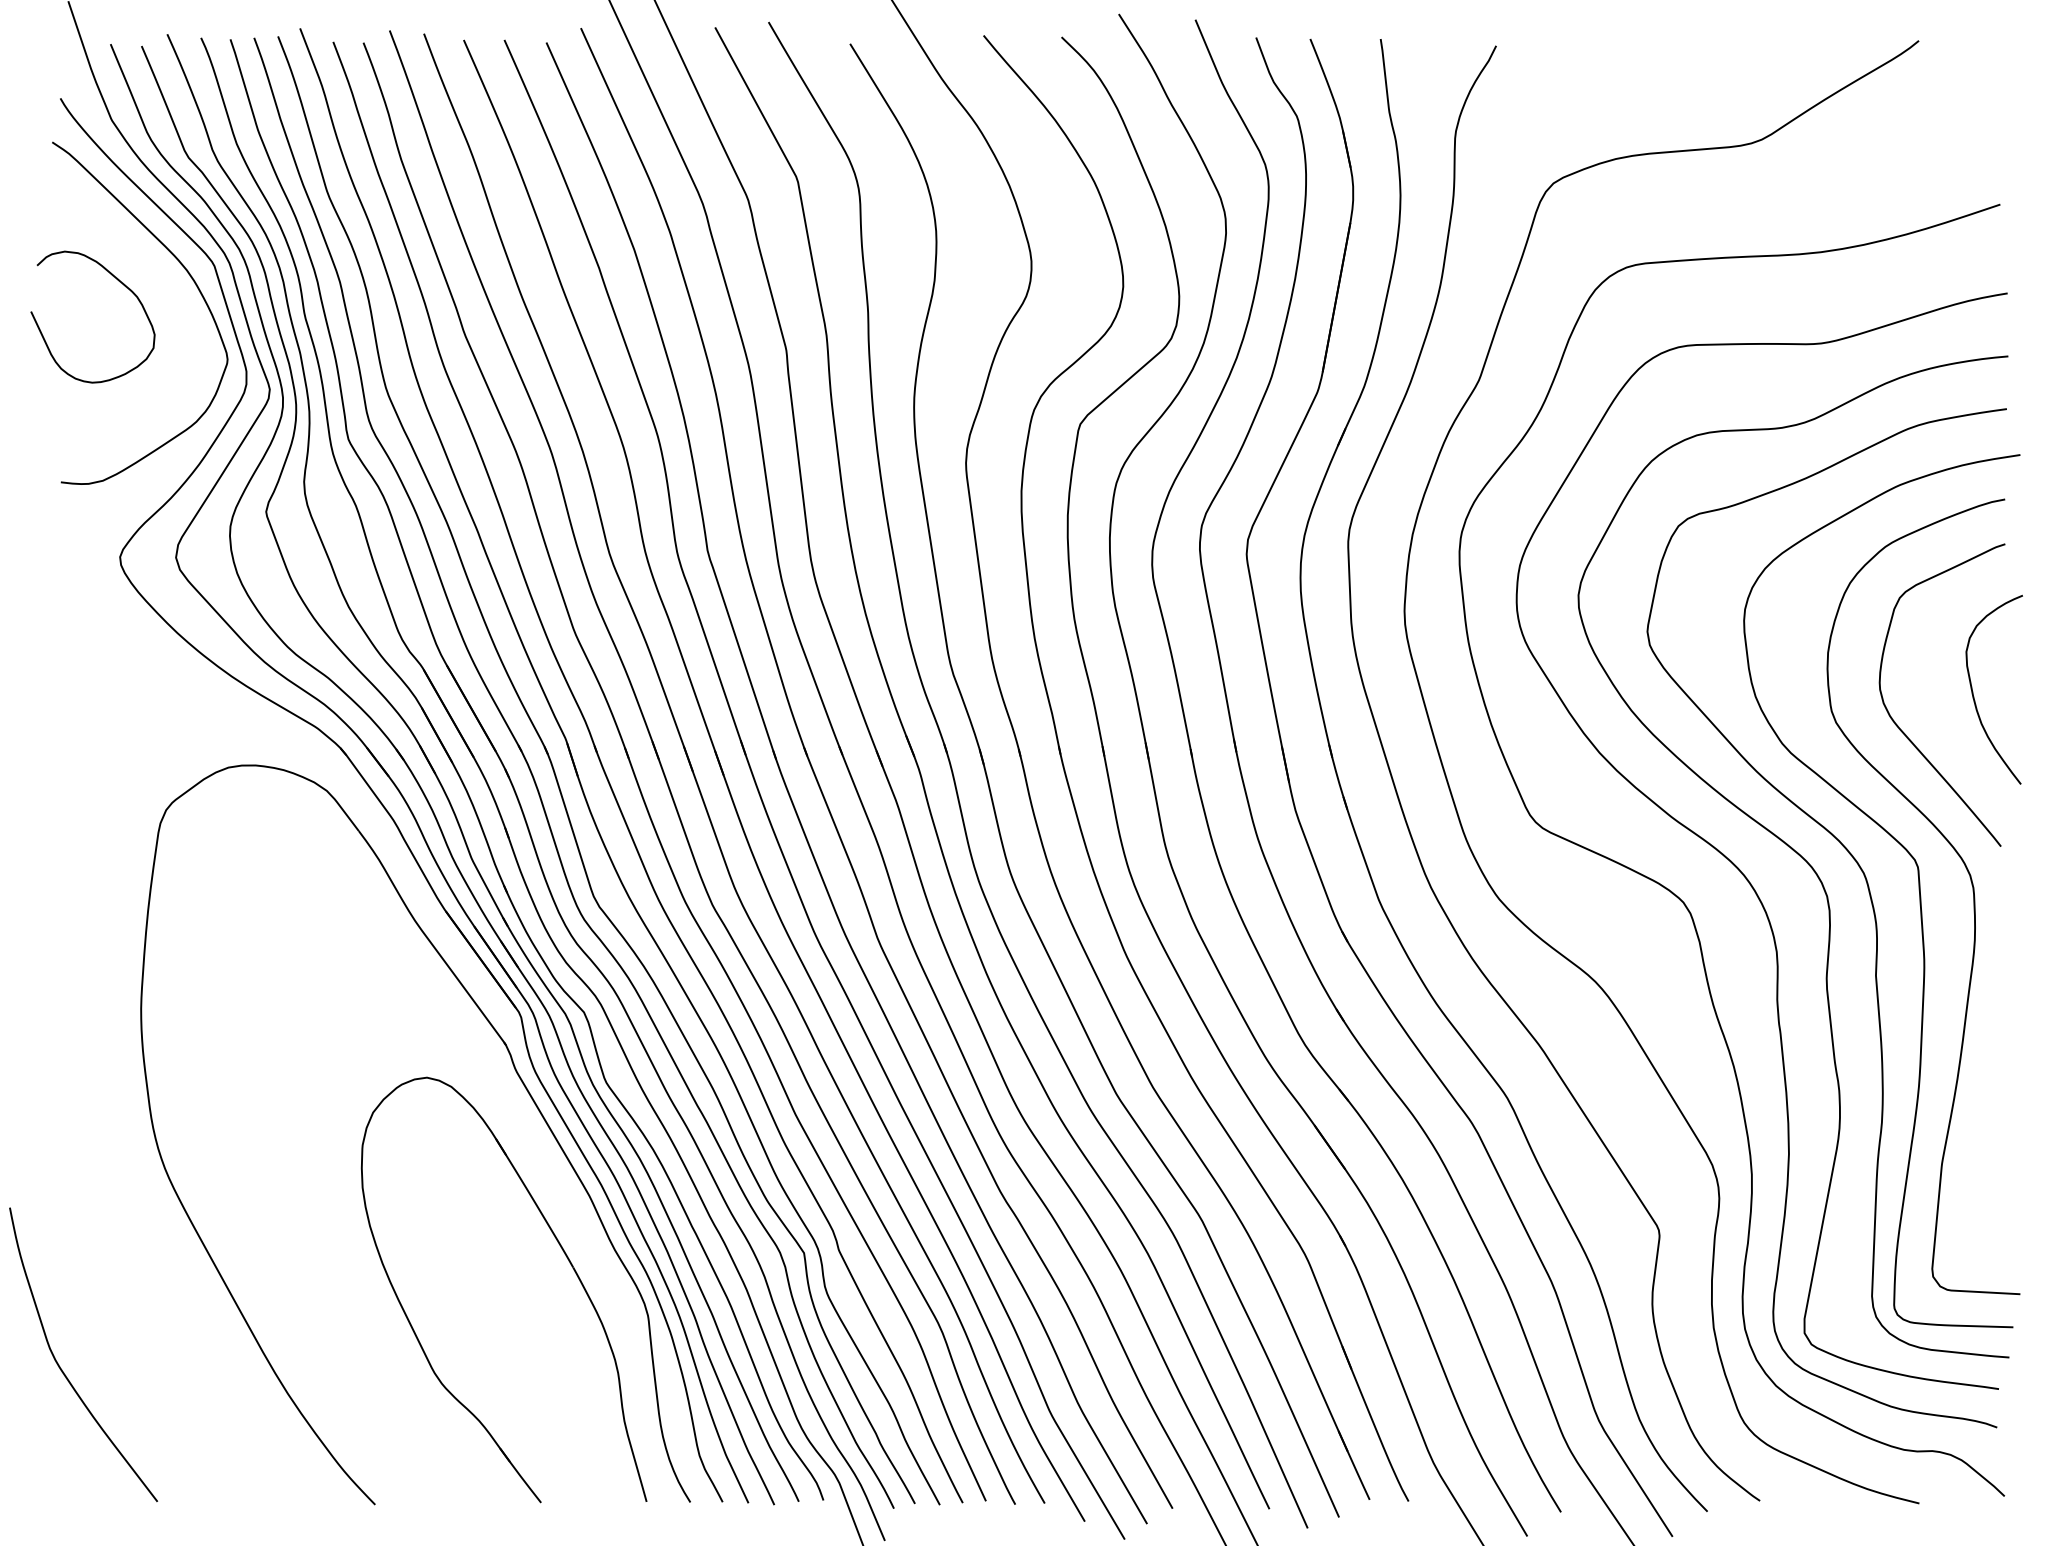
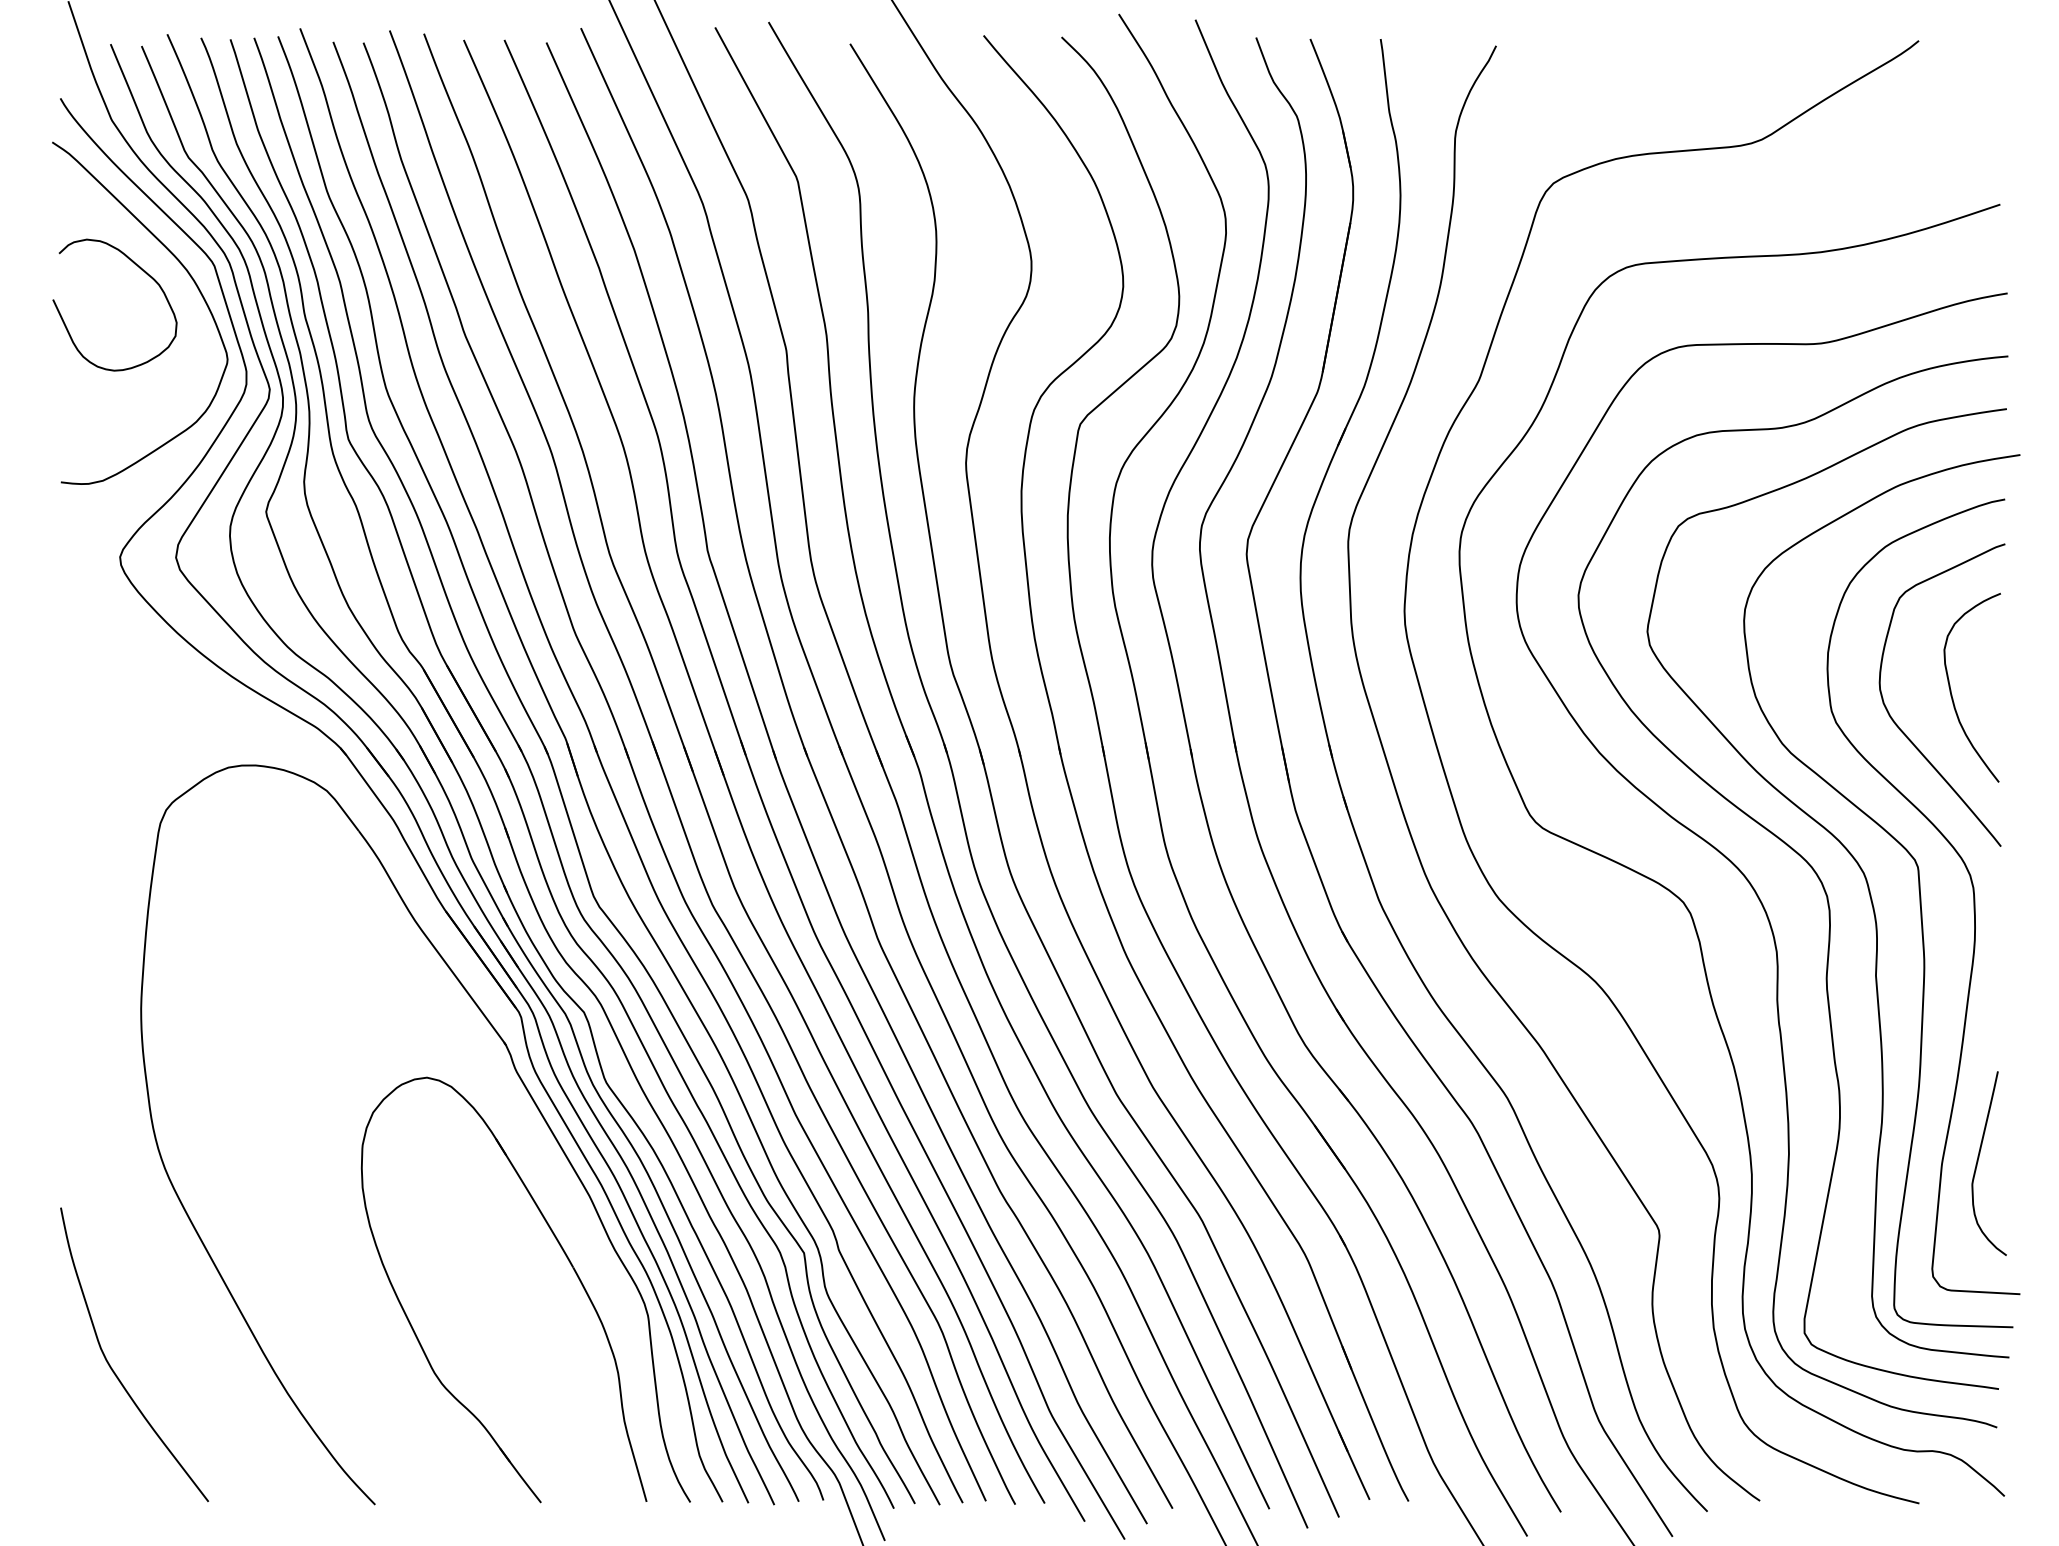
curve at (119, 282) position: (119, 282) -> (141, 270)
curve at (1973, 691) position: (1973, 691) -> (1951, 689)
curve at (1978, 1162): none -> present
curve at (62, 1369) position: (62, 1369) -> (113, 1369)
